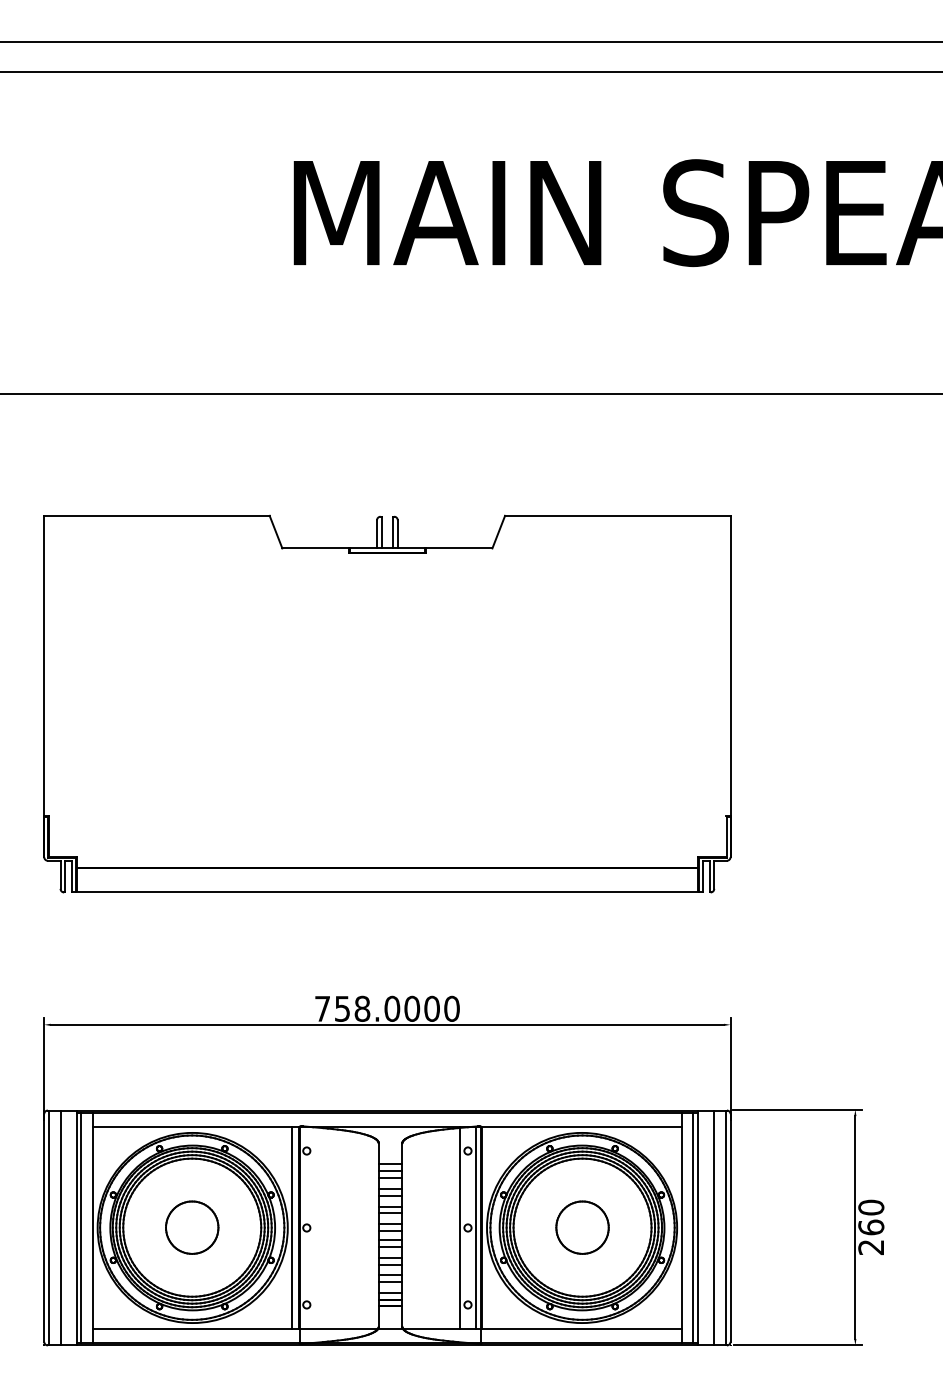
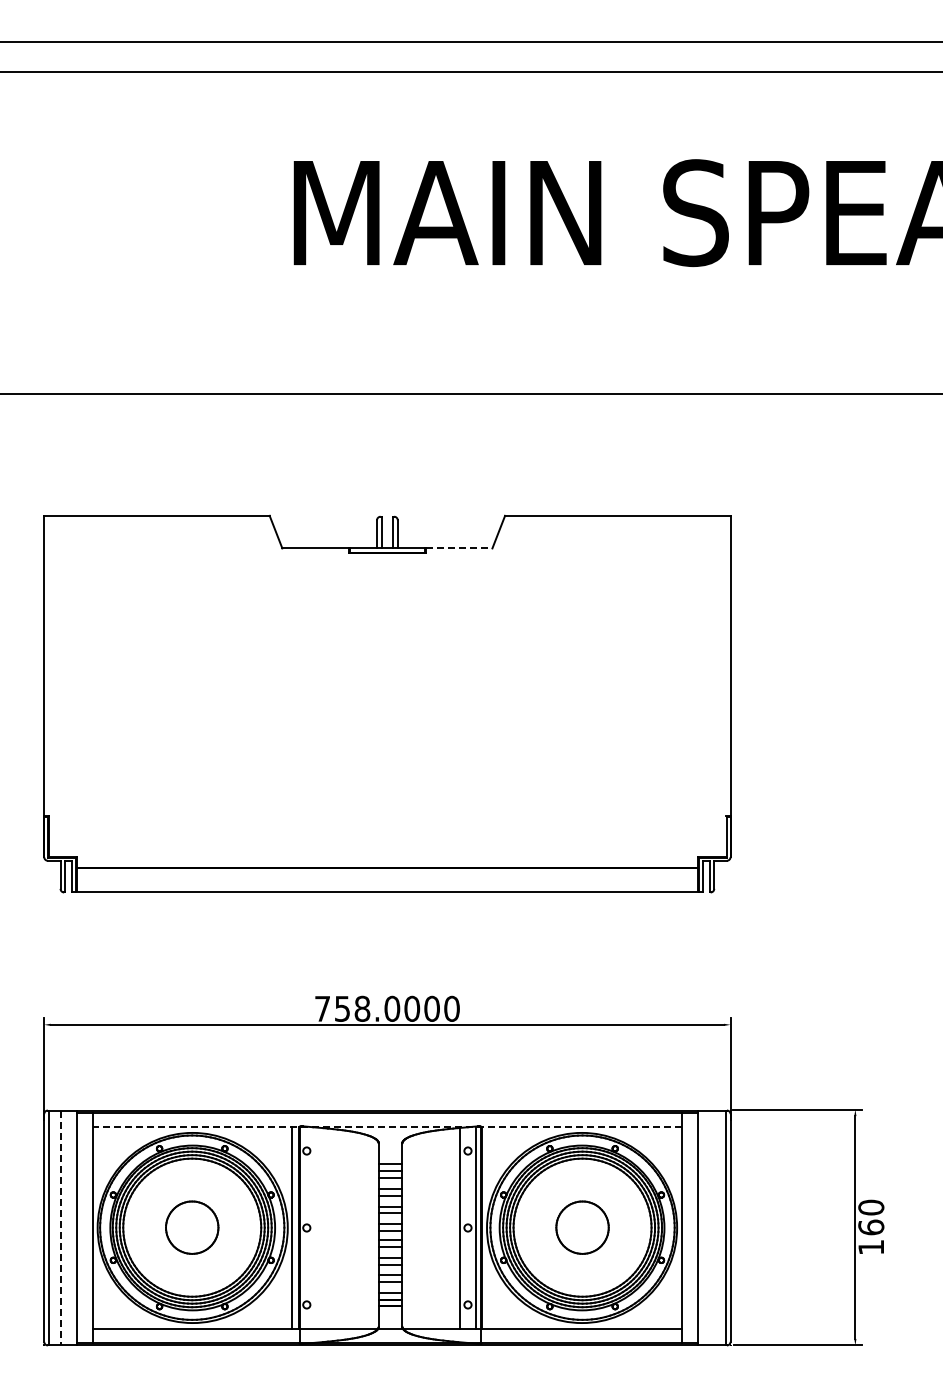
line at (459, 548): solid -> dashed
line at (386, 1126): solid -> dashed
line at (81, 1227): present -> none
line at (693, 1227): present -> none
line at (714, 1227): present -> none
line at (60, 1228): solid -> dashed
text at (870, 1247): 260 -> 160
